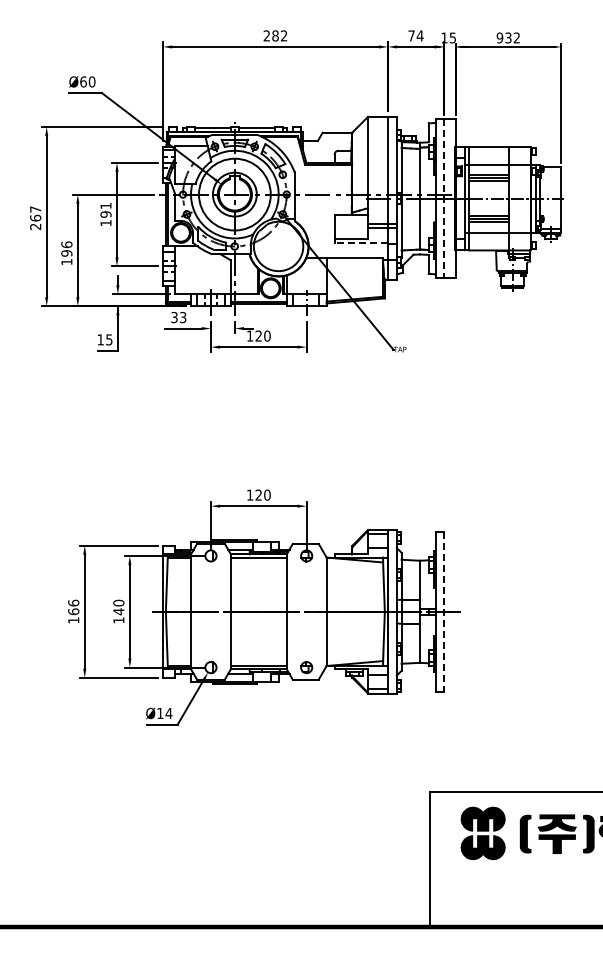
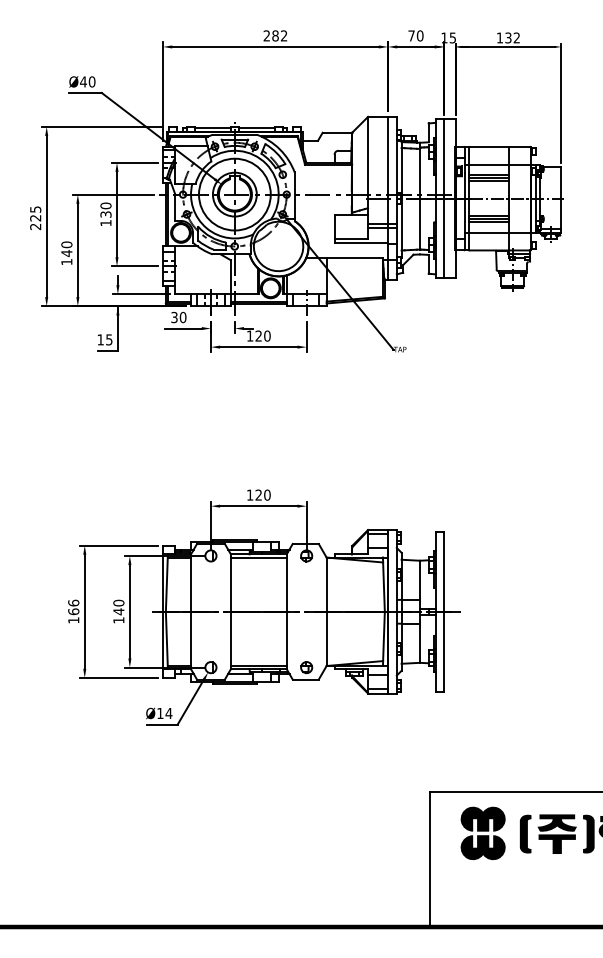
text at (419, 35): 74 -> 70
text at (499, 37): 932 -> 132
text at (83, 81): Ø60 -> Ø40
line at (443, 198): dashed -> solid
text at (105, 209): 191 -> 130
text at (35, 213): 267 -> 225
line at (361, 243): dashed -> solid
text at (66, 248): 196 -> 140
text at (182, 317): 33 -> 30
line at (443, 611): dashed -> solid
